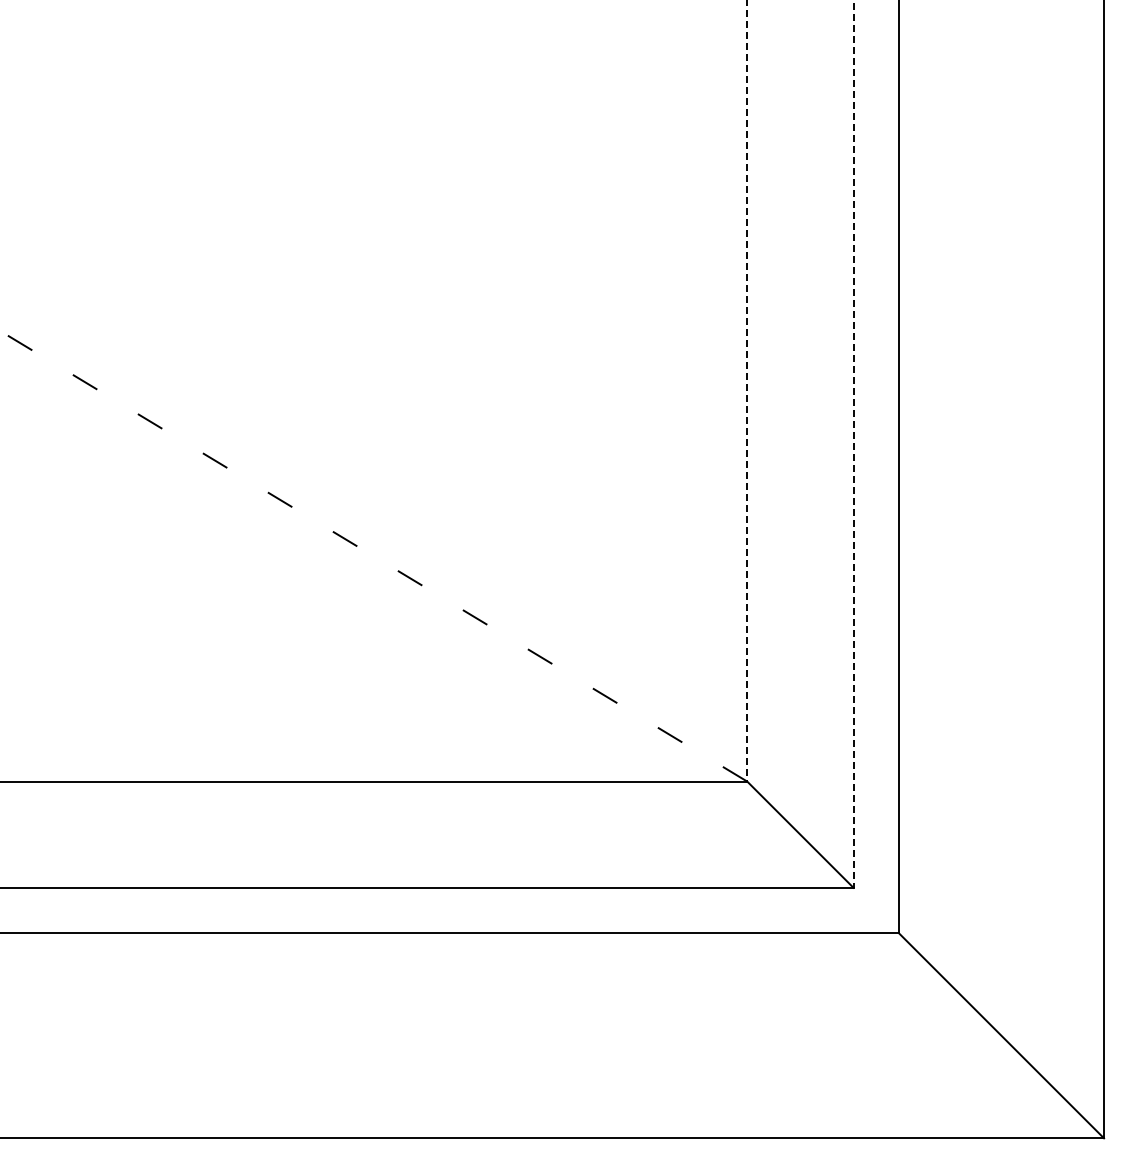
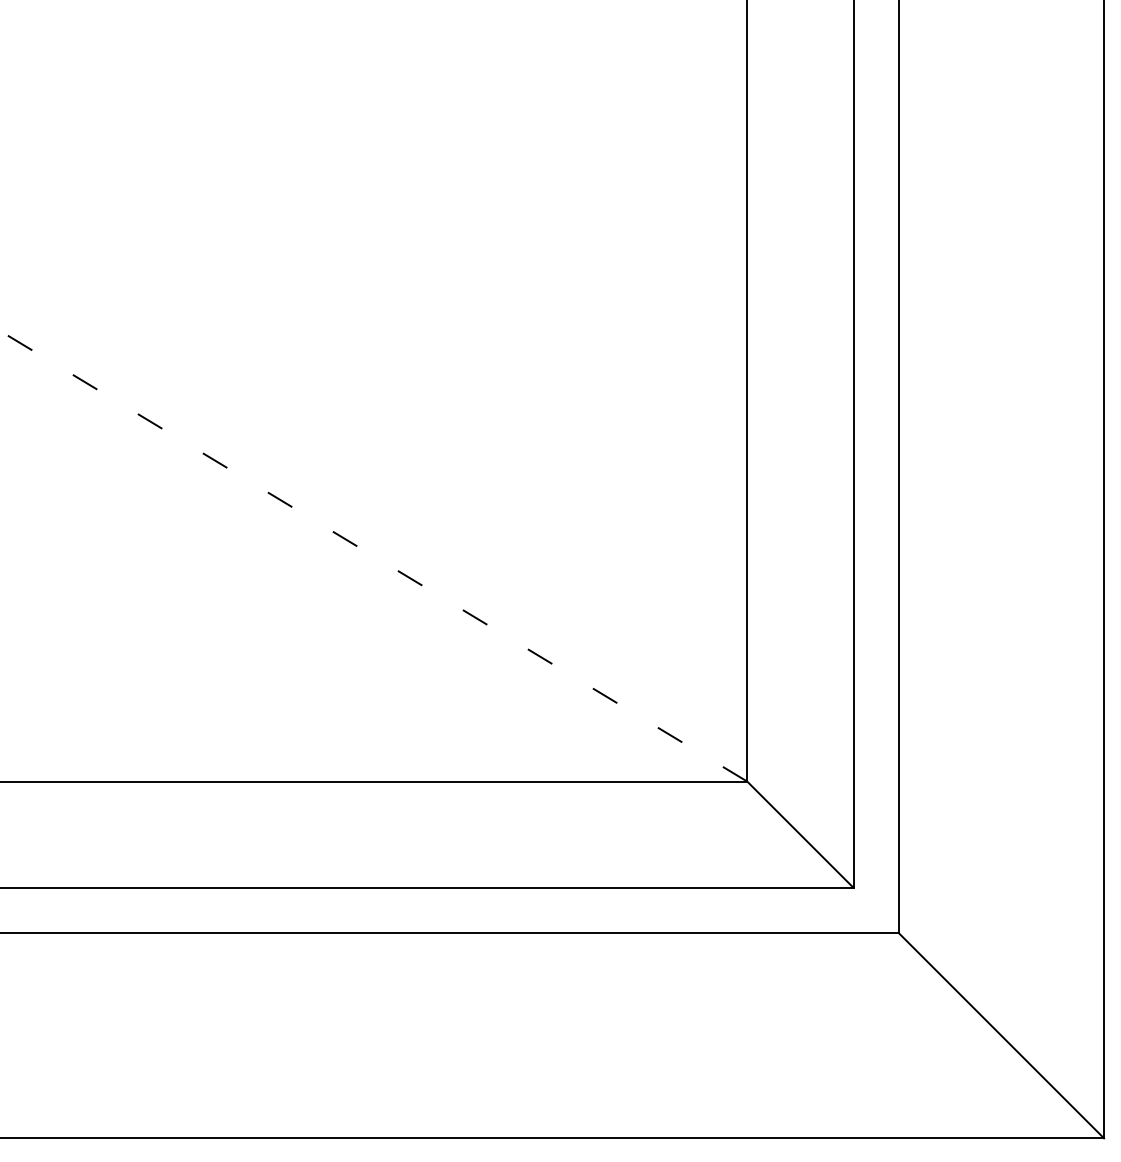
line at (747, 391): dashed -> solid
line at (853, 443): dashed -> solid
